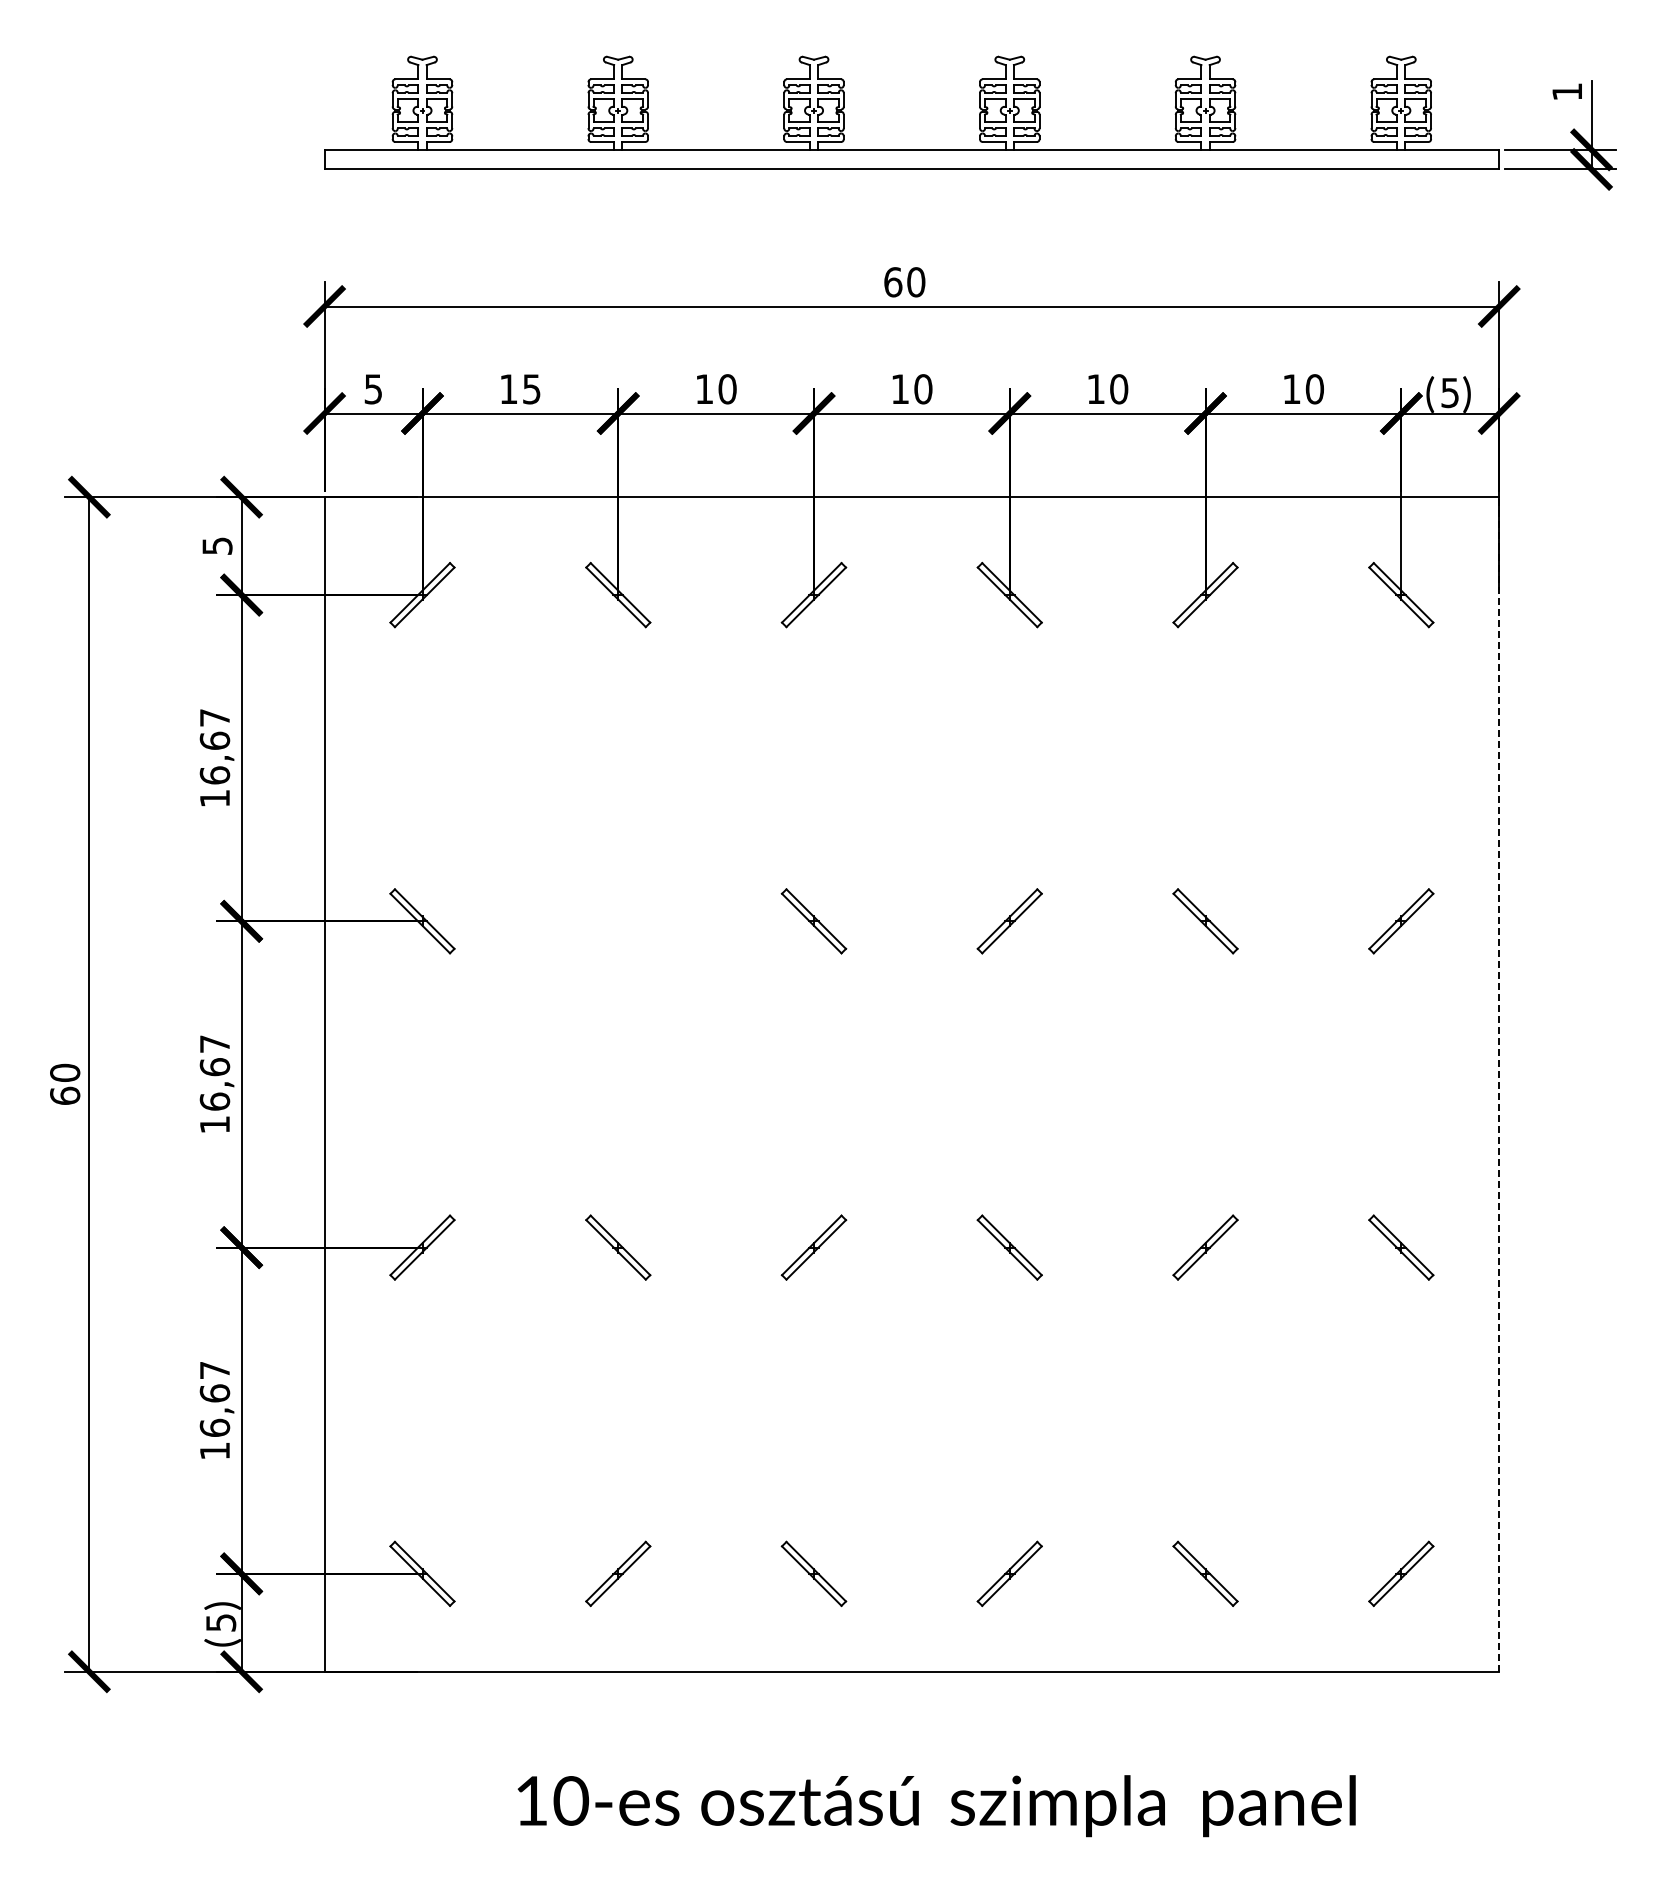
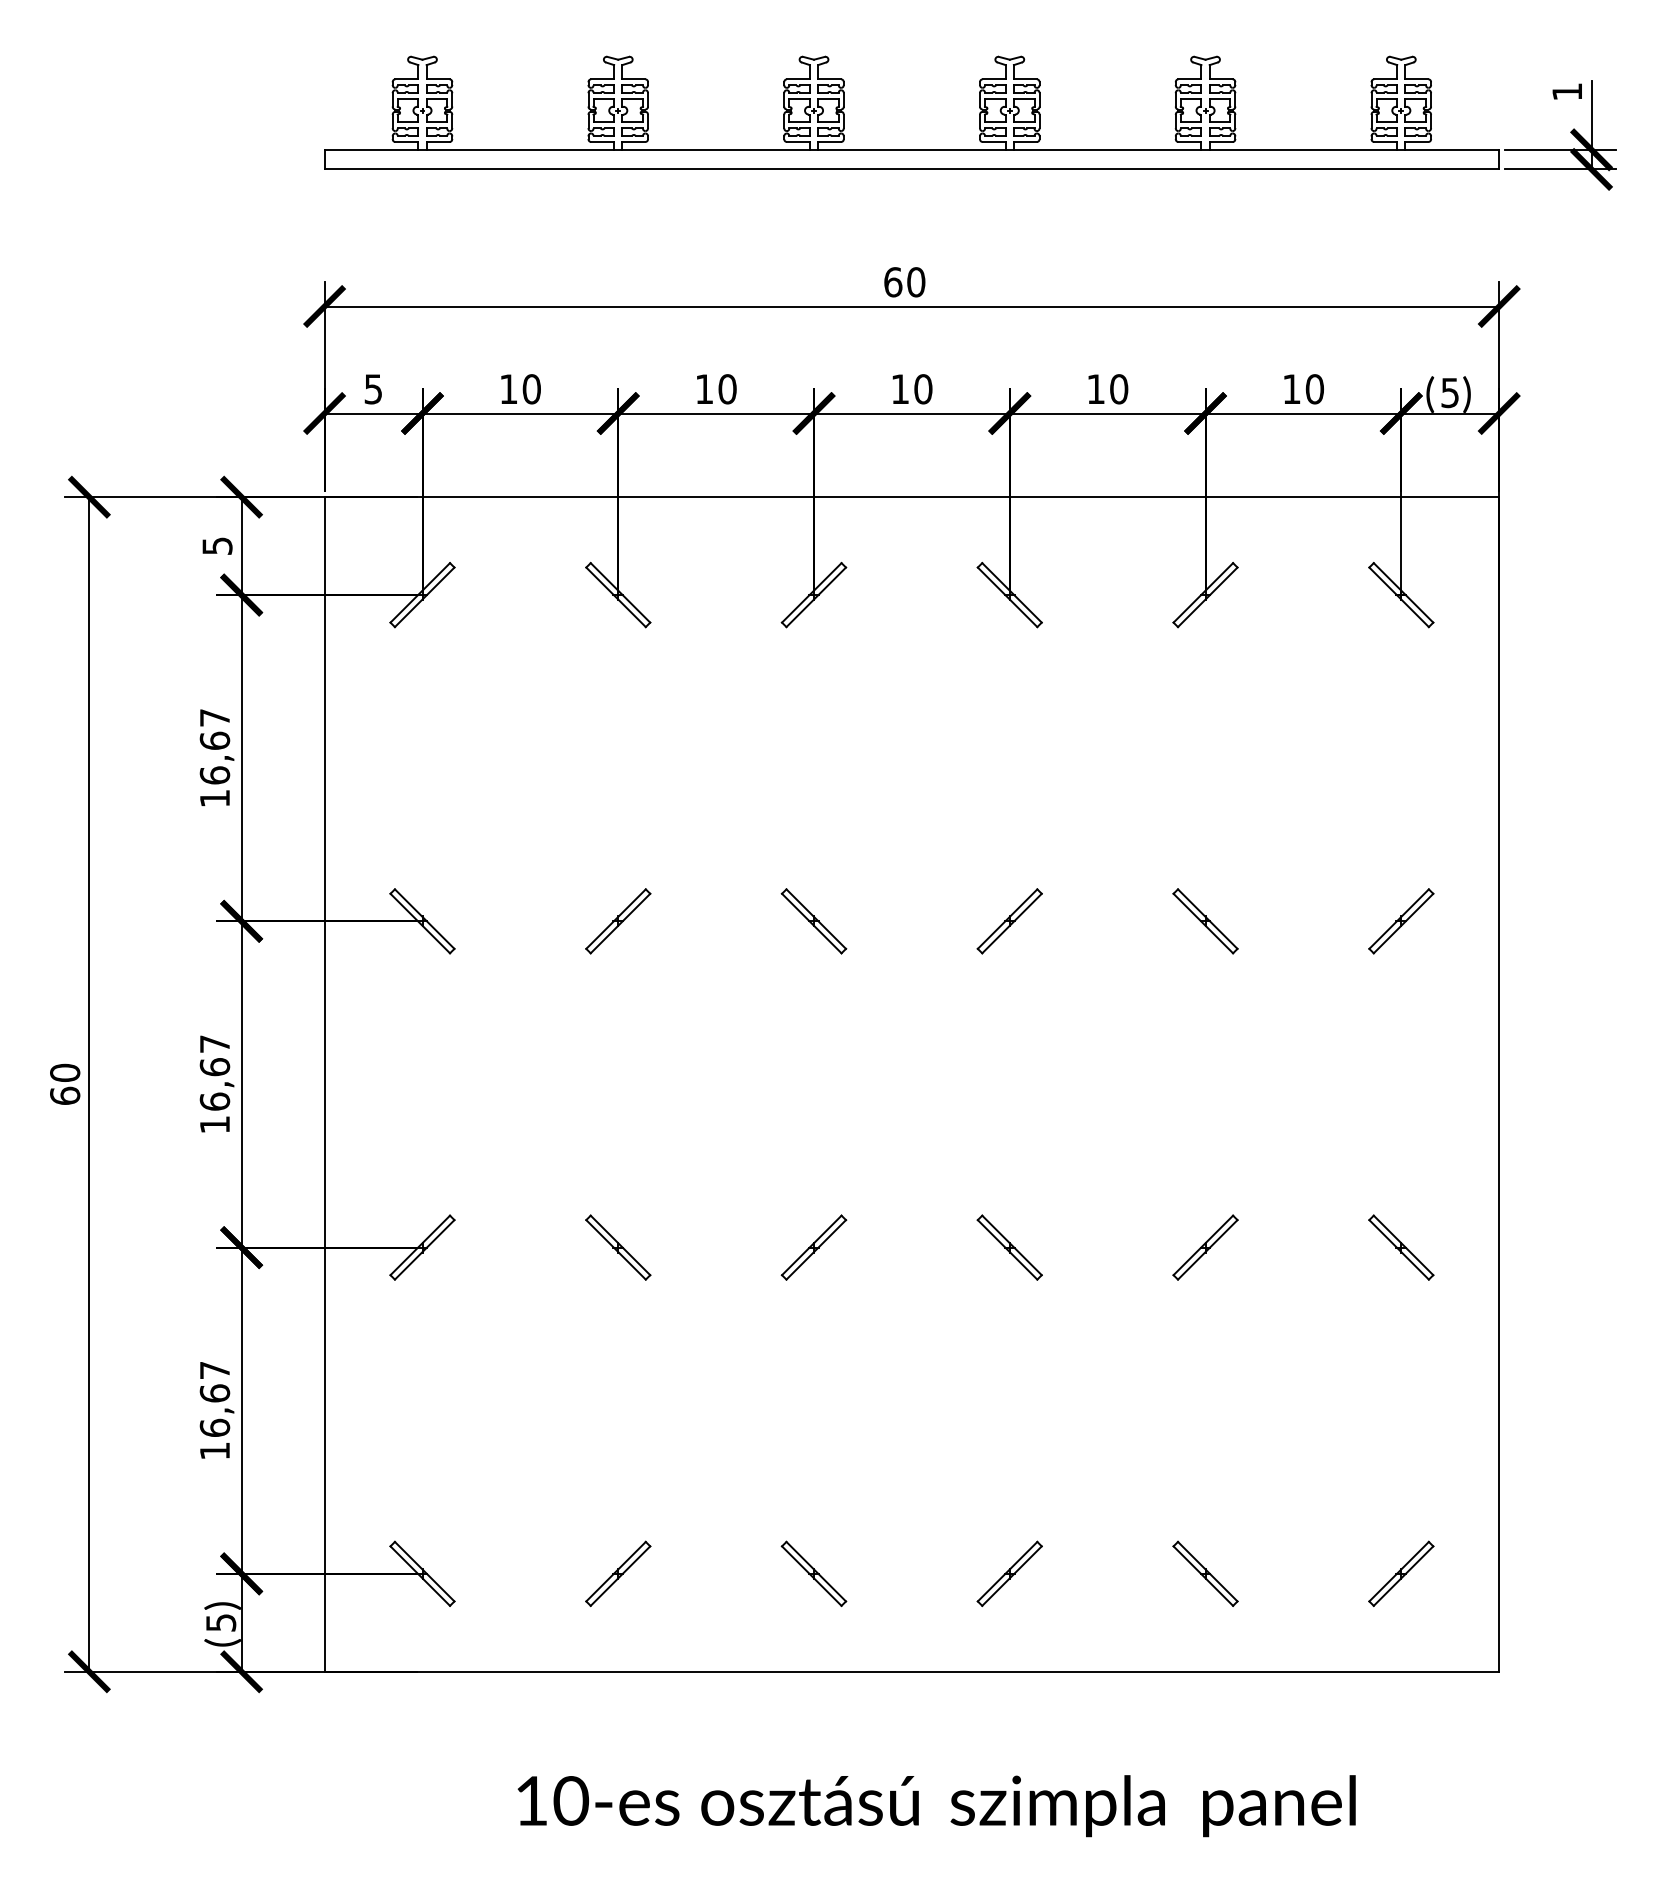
text at (531, 389): 15 -> 10
part at (618, 921): none -> present
line at (1499, 1083): dashed -> solid
